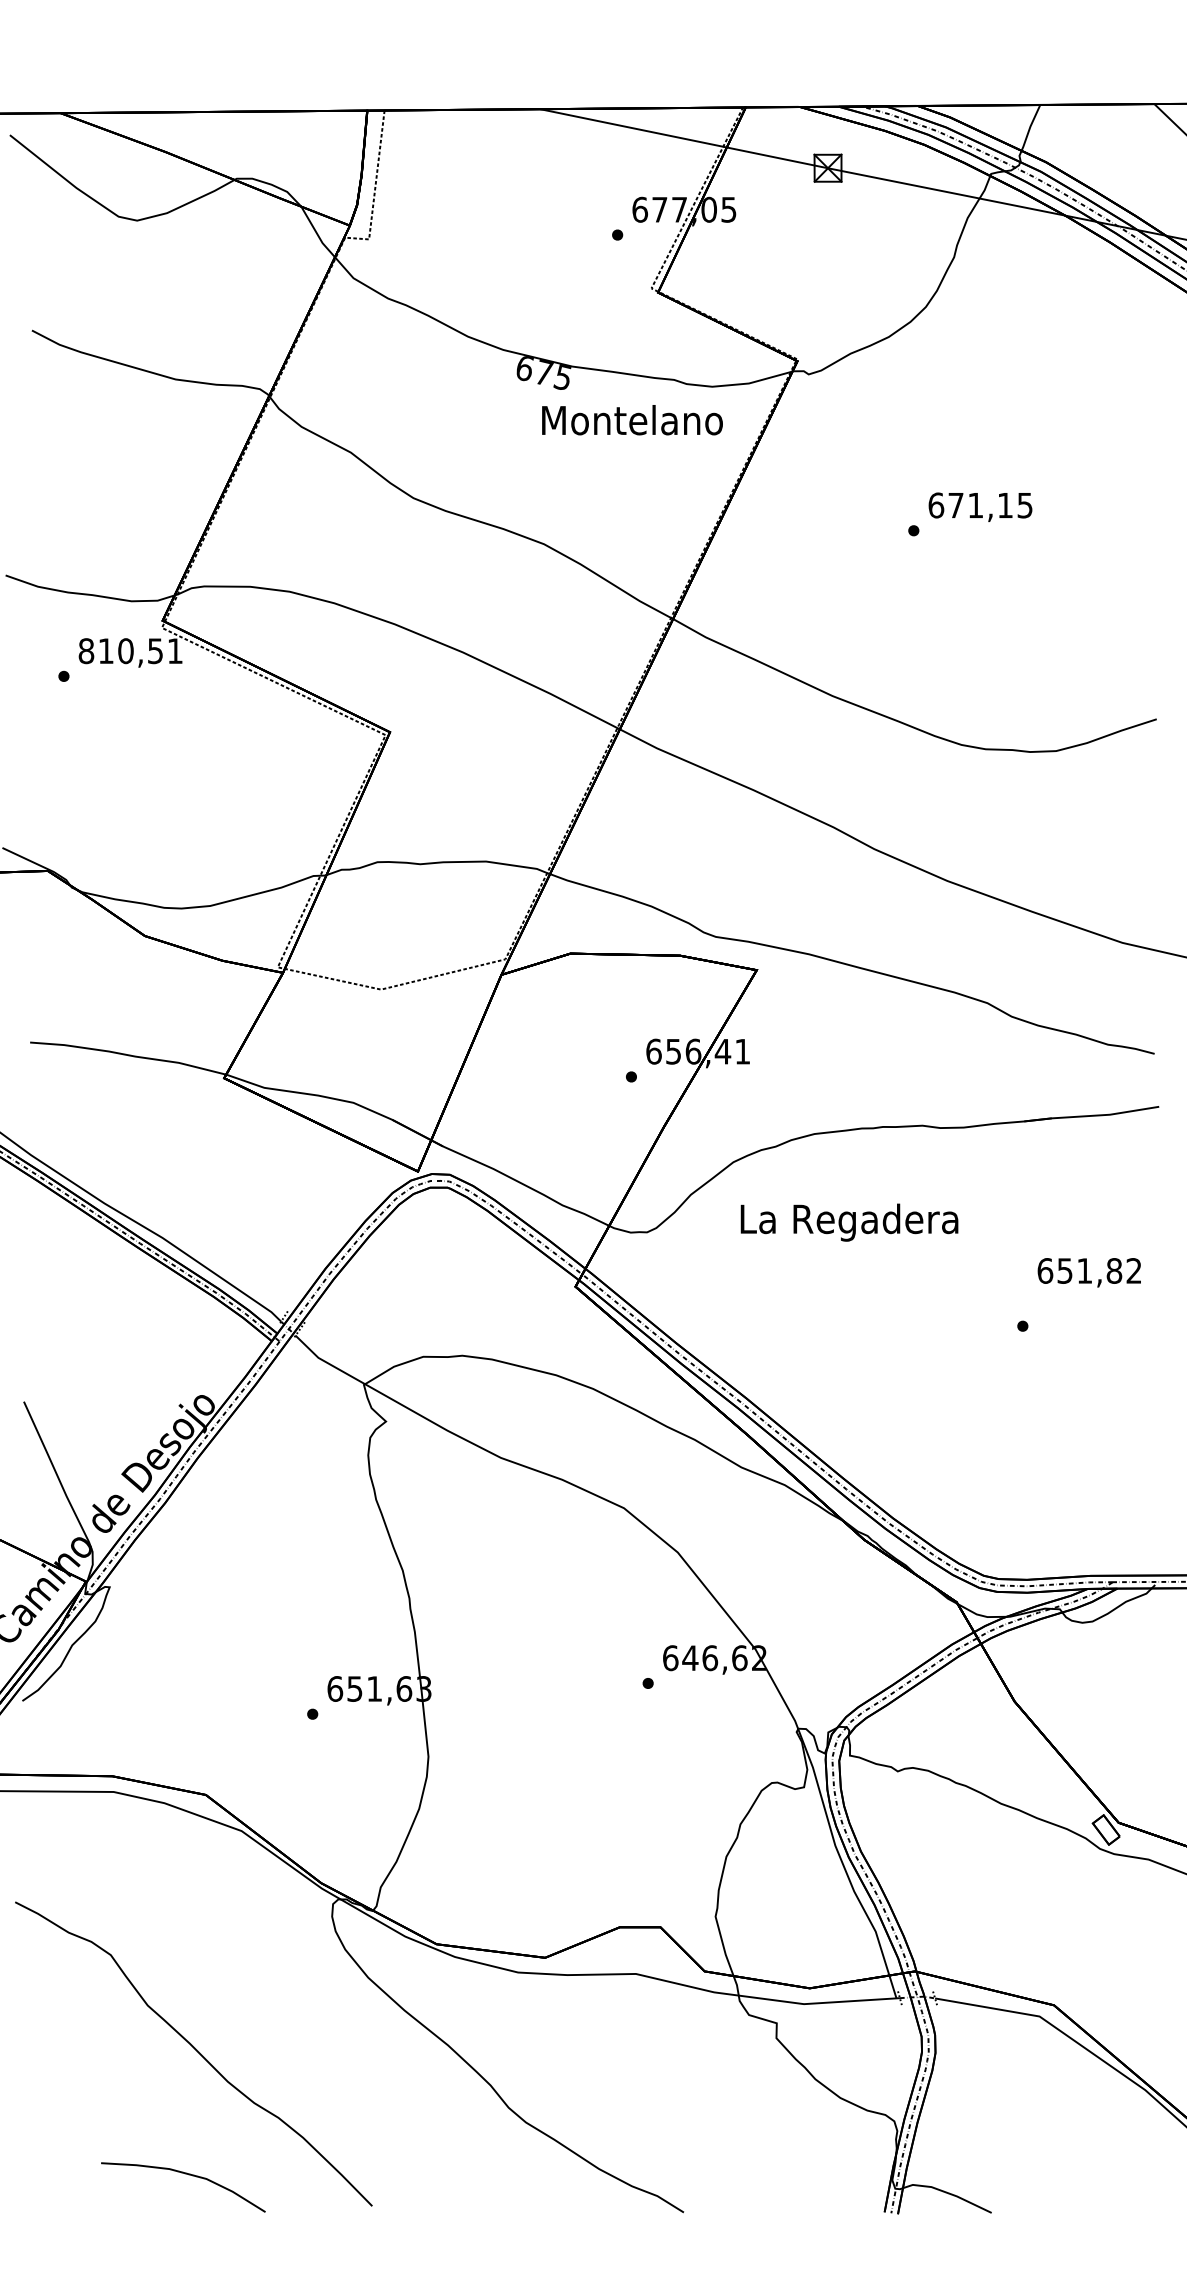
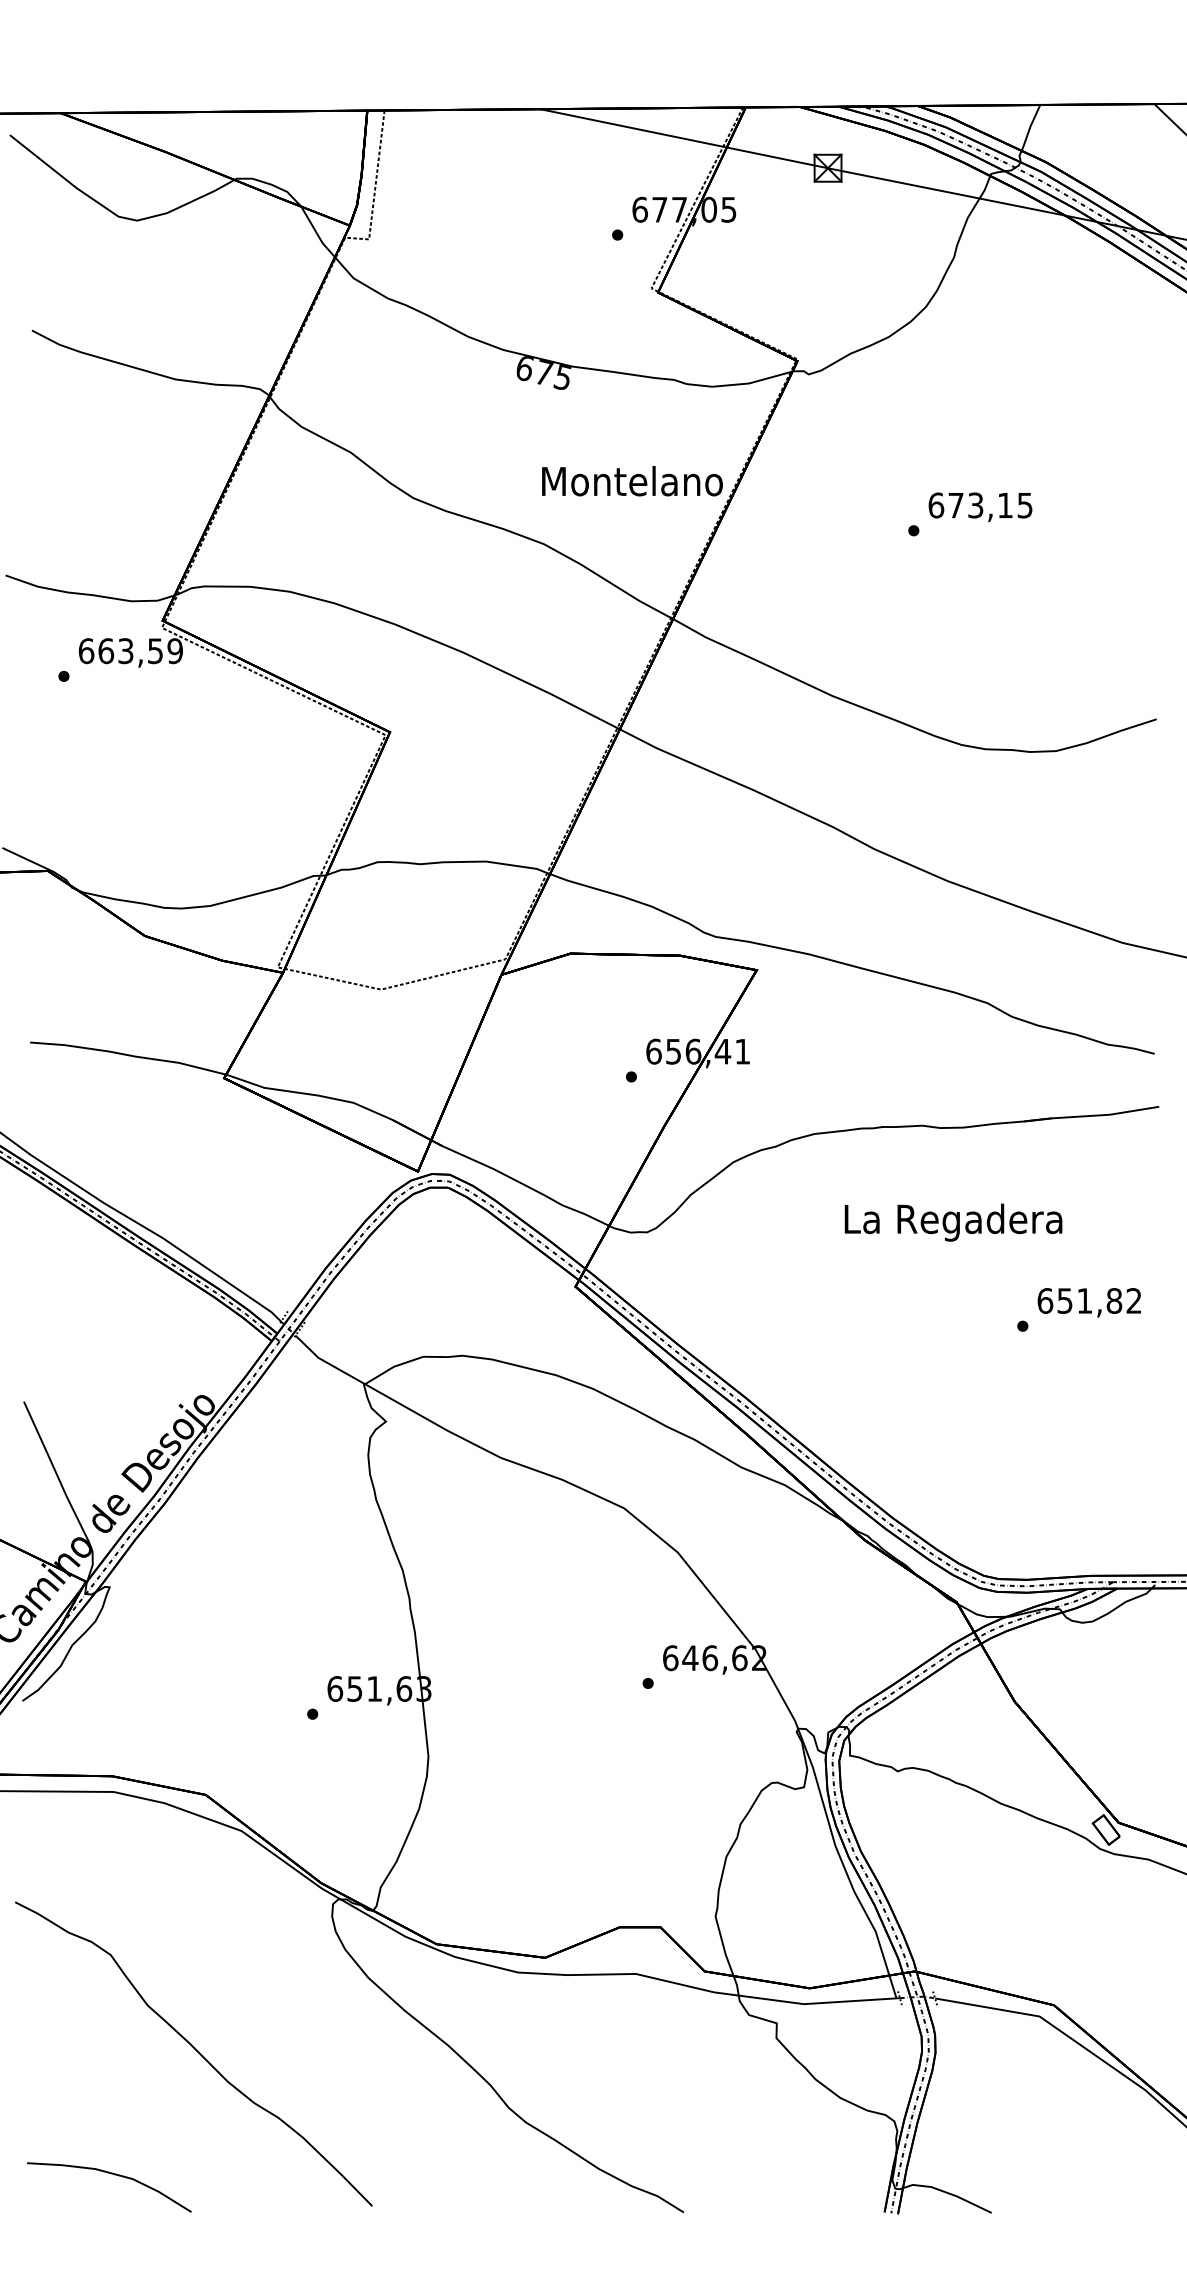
text at (632, 420) position: (632, 420) -> (632, 481)
text at (975, 505): 671,15 -> 673,15
text at (130, 651): 810,51 -> 663,59
text at (849, 1222) position: (849, 1222) -> (953, 1222)
text at (1088, 1272) position: (1088, 1272) -> (1088, 1302)
curve at (188, 2175) position: (188, 2175) -> (114, 2175)
